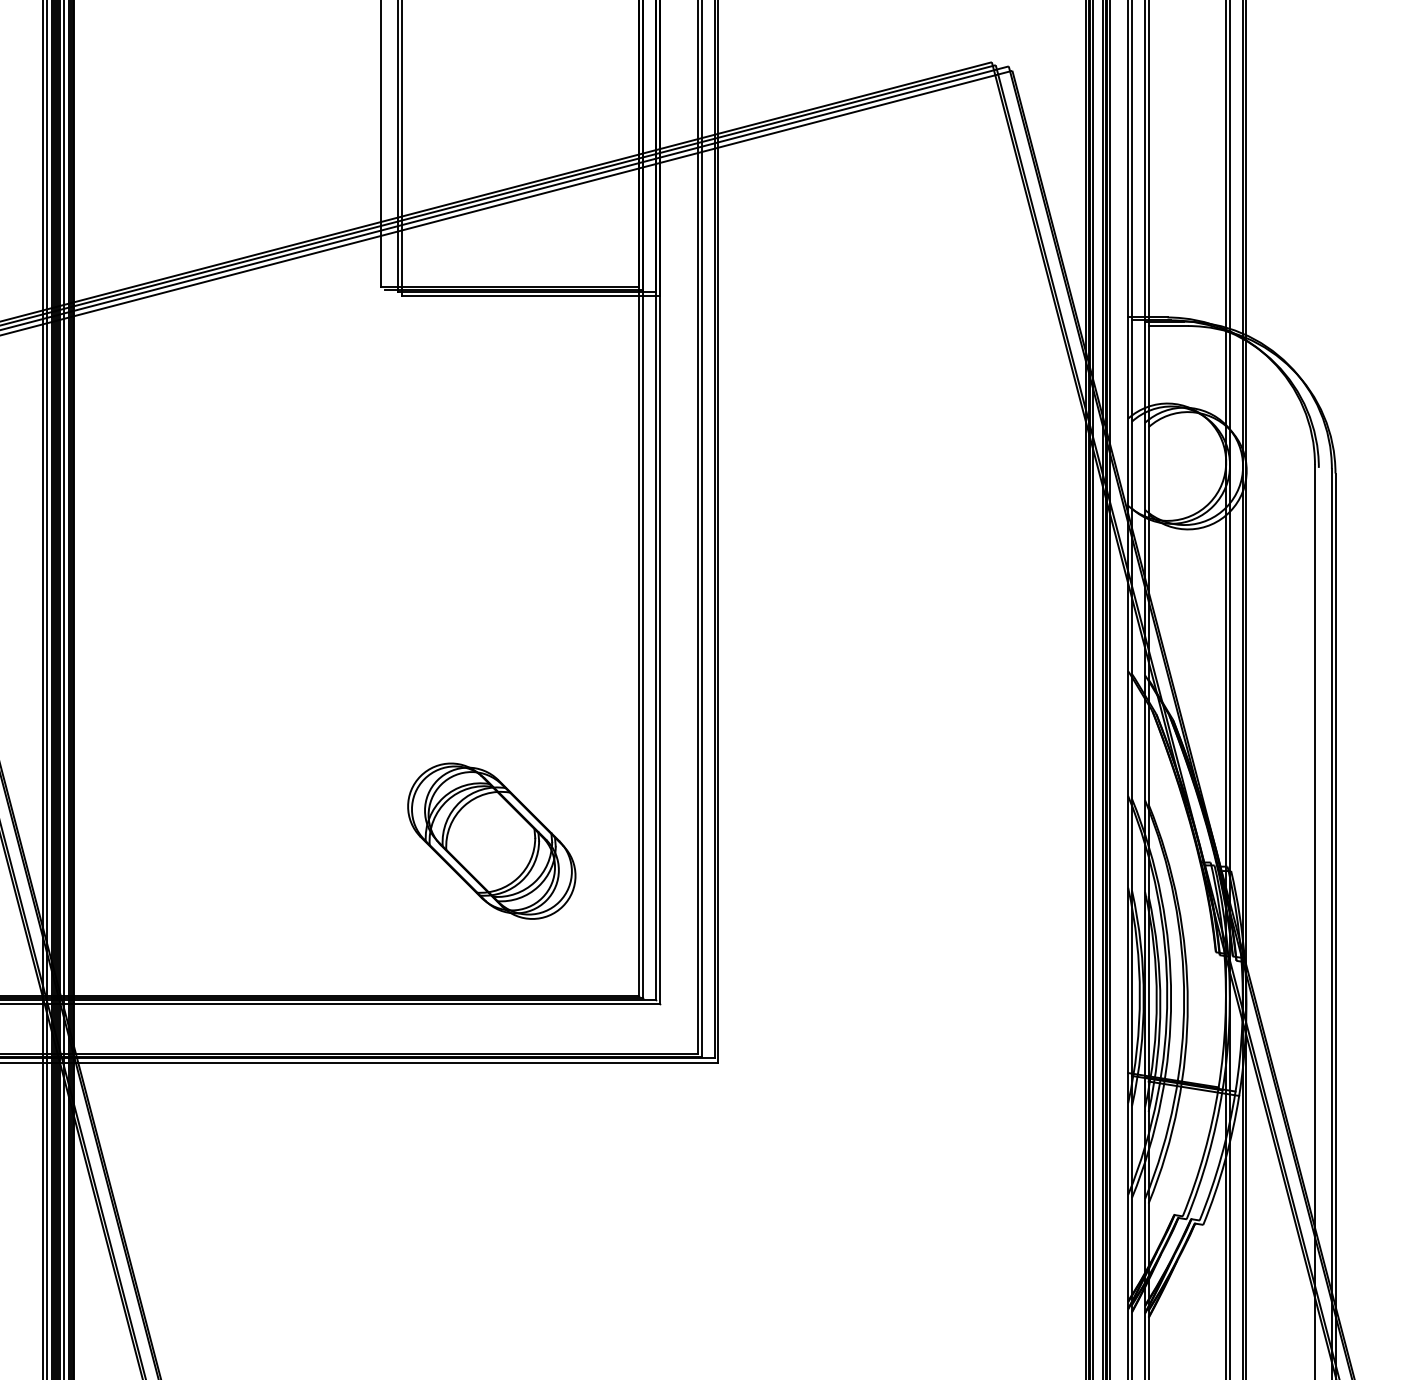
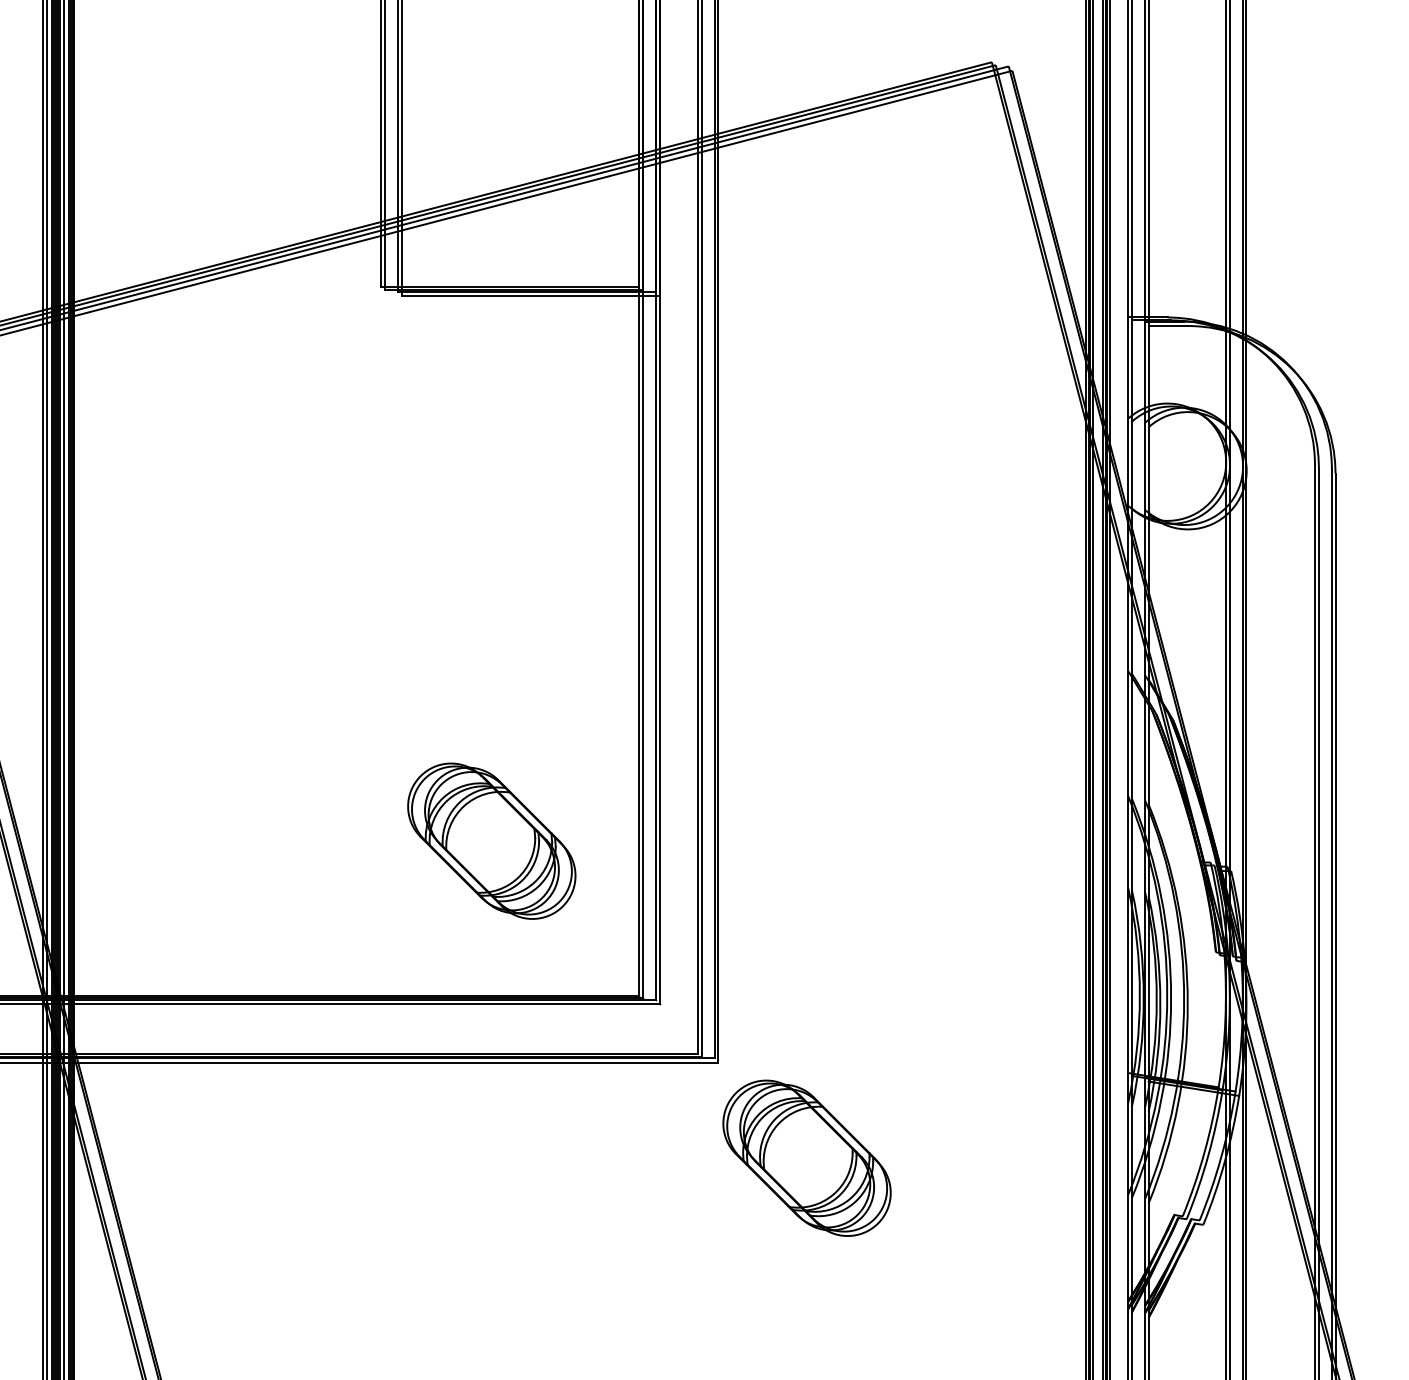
line at (384, 146): none -> present
line at (1318, 921): none -> present
part at (806, 1157): none -> present
